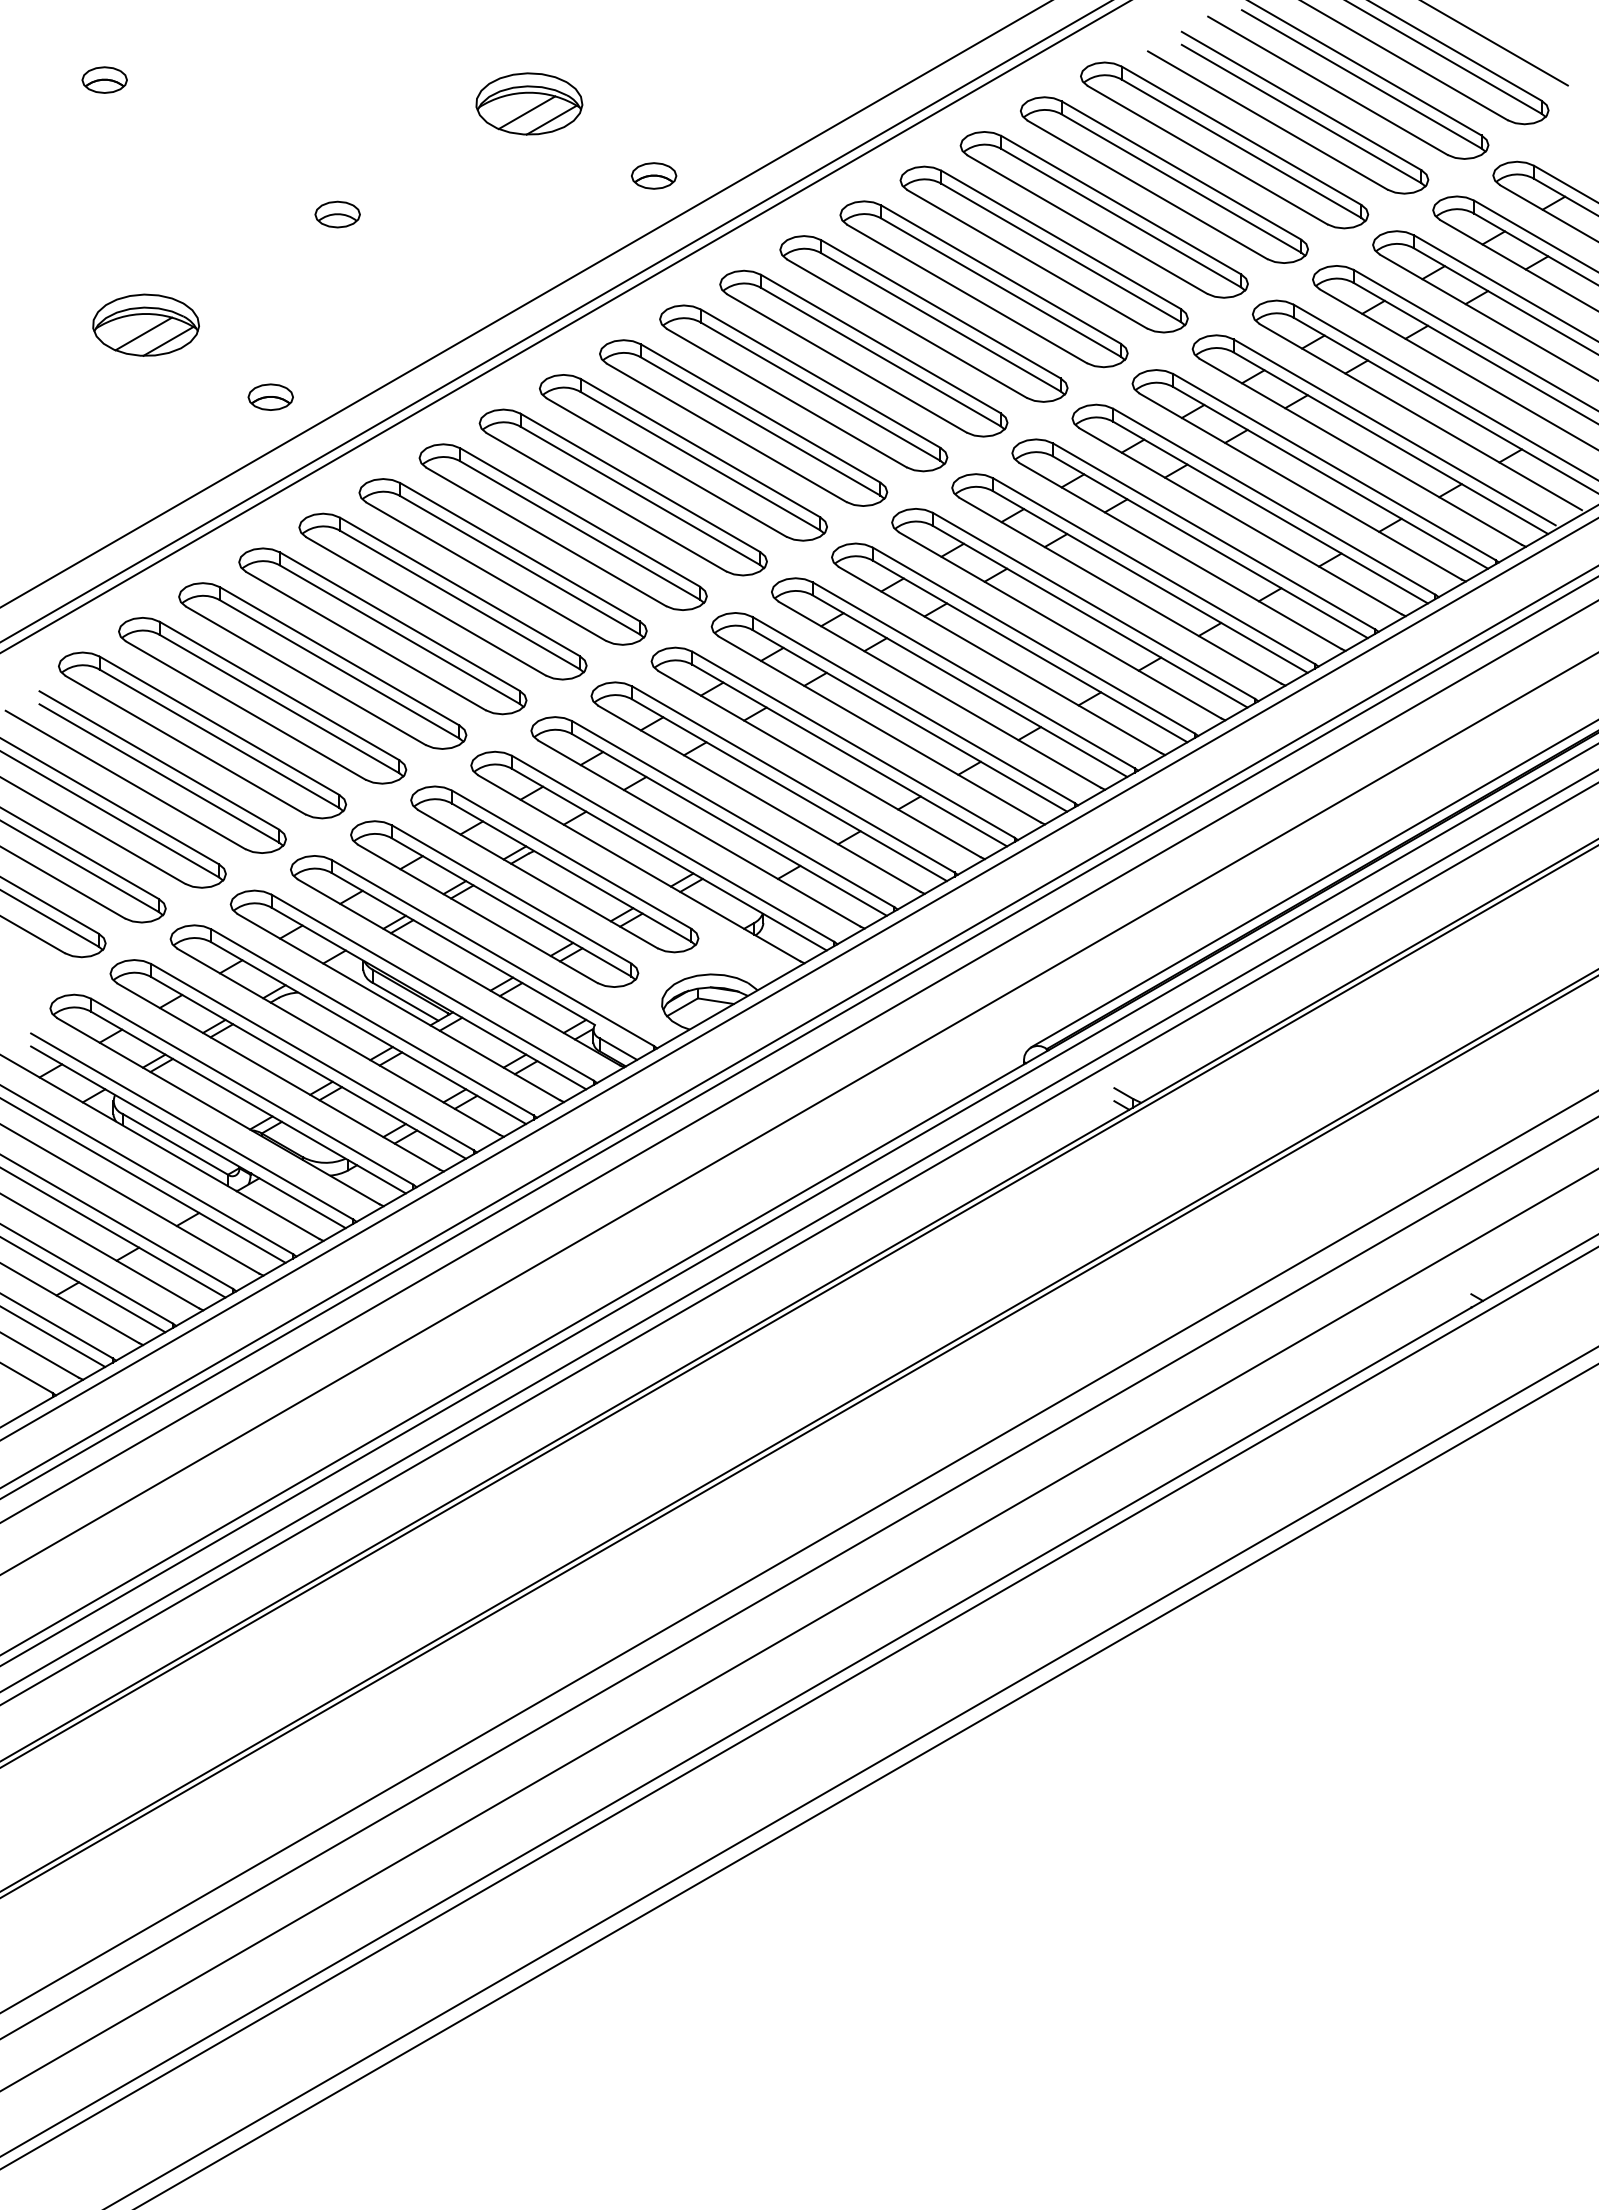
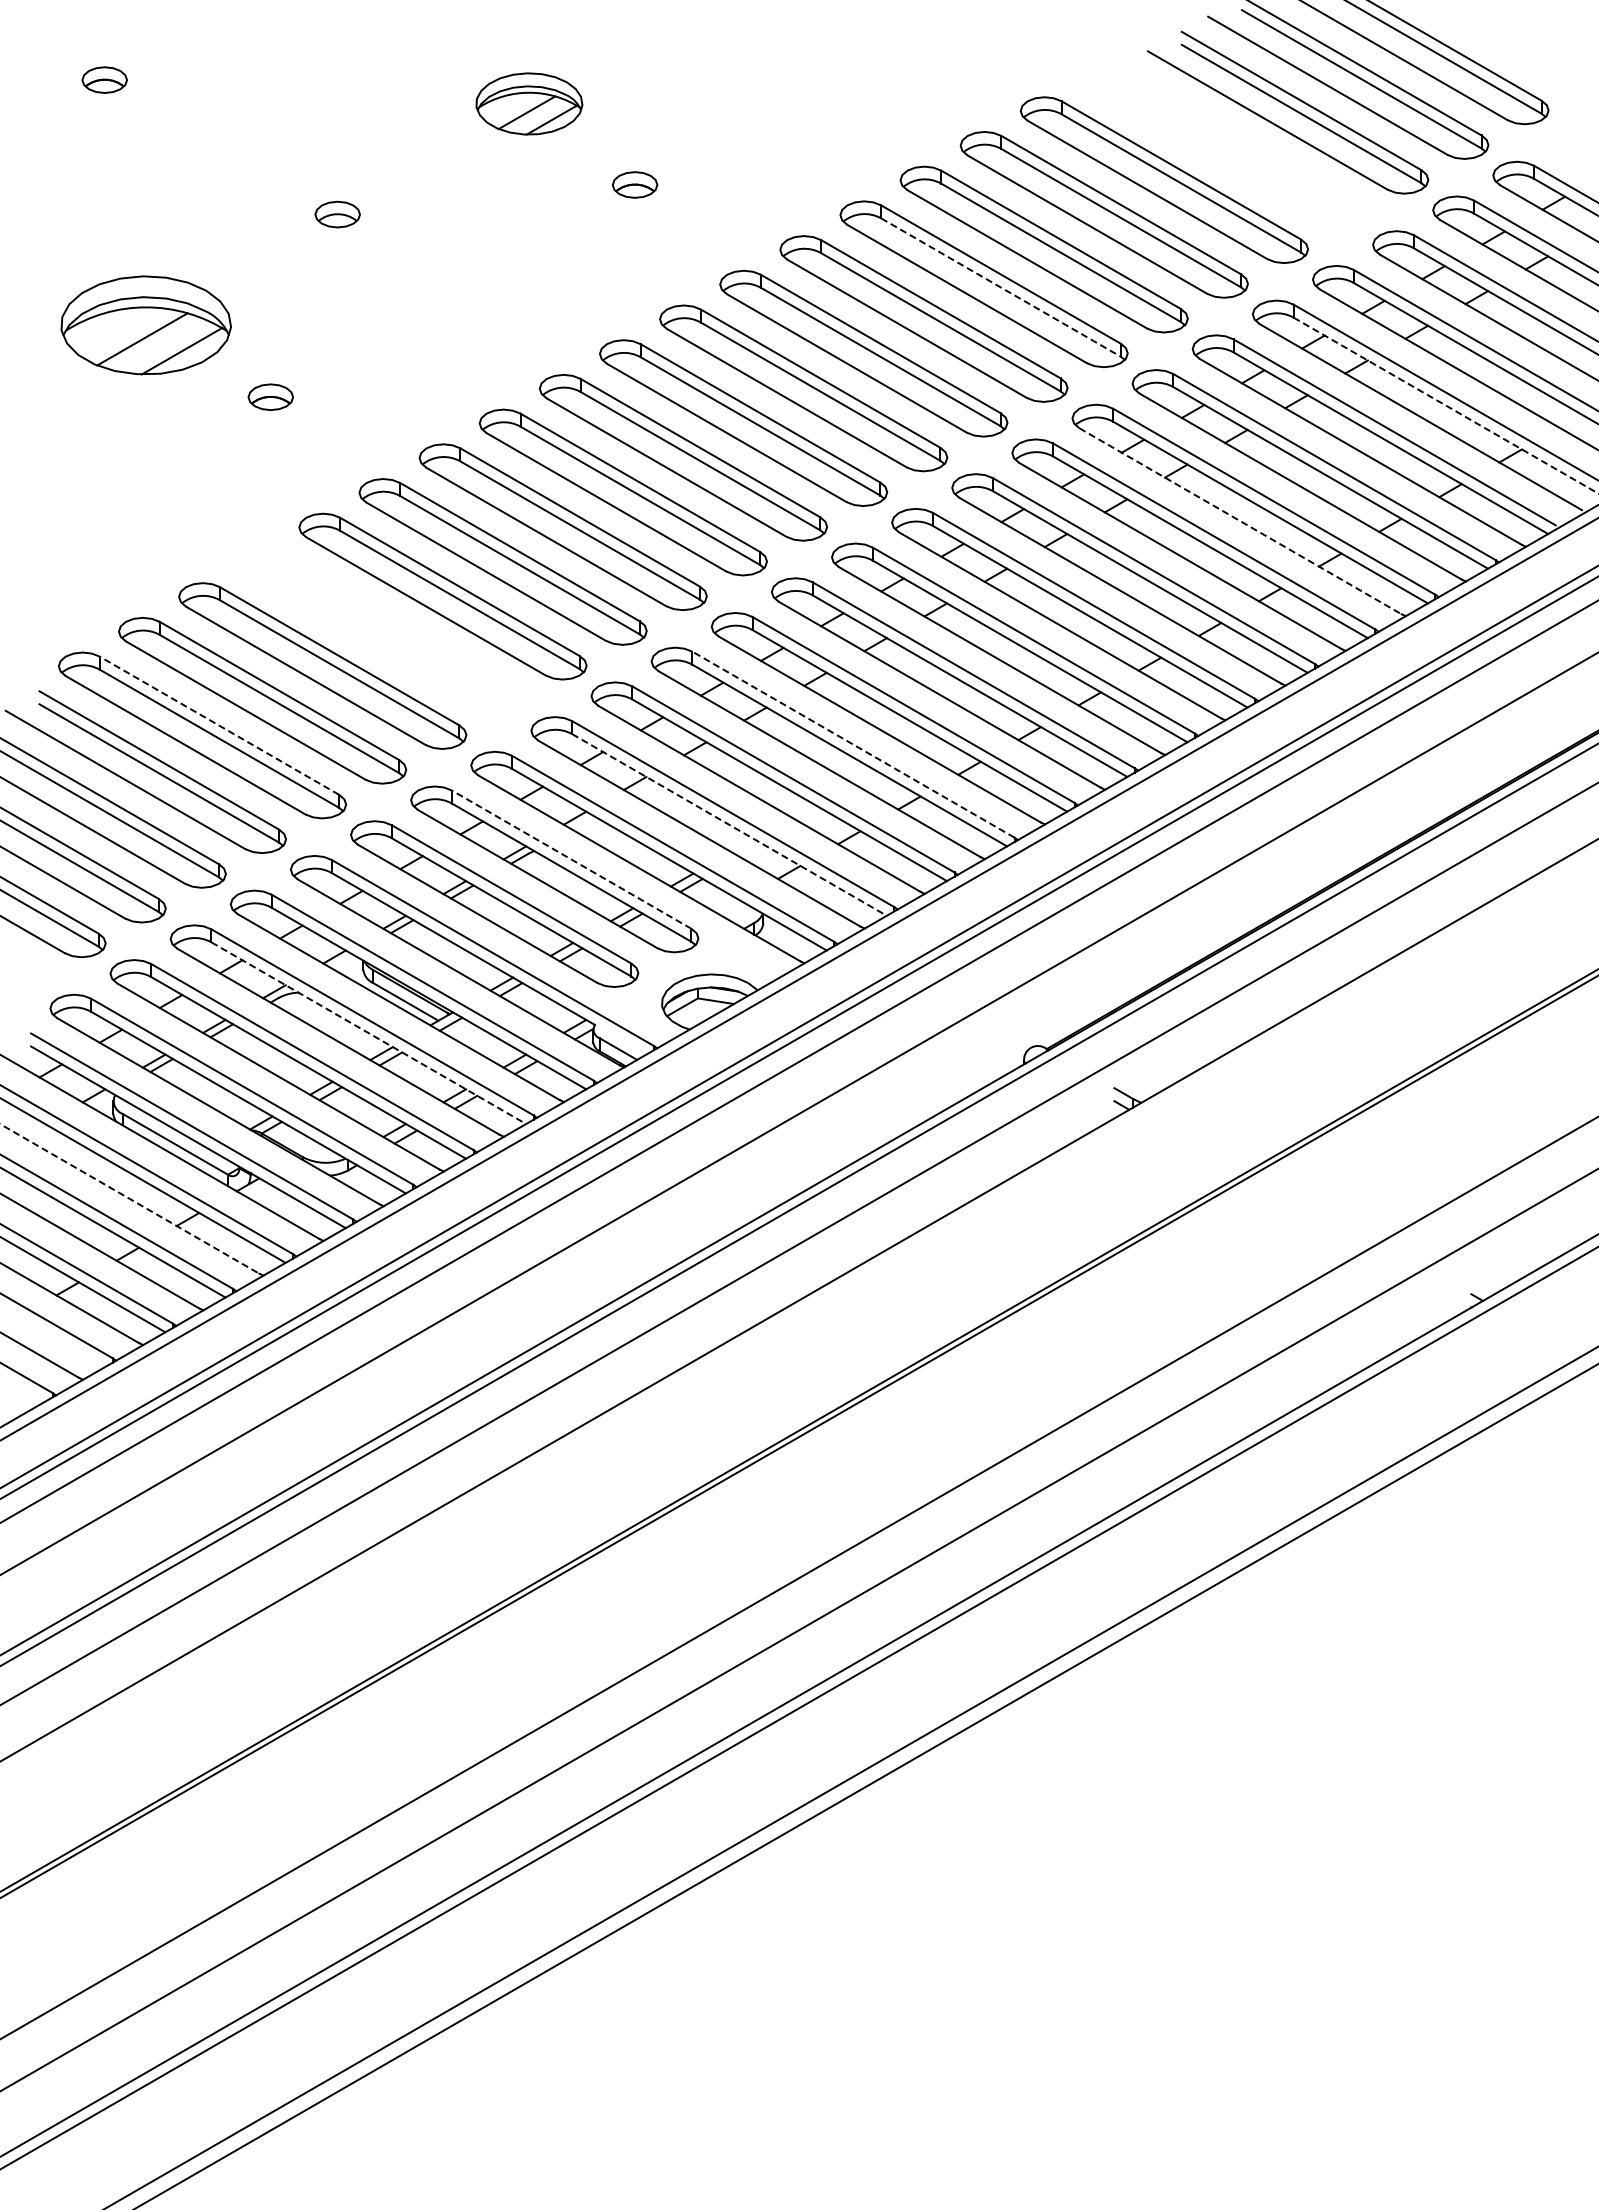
line at (1495, 43): present -> none
part at (1224, 145): present -> none
part at (654, 175) position: (654, 175) -> (635, 184)
line at (1001, 287): solid -> dashed
line at (525, 304): present -> none
line at (555, 321): present -> none
part at (145, 324) size: 108x64 px -> 172x101 px
line at (564, 326): present -> none
line at (1446, 405): solid -> dashed
line at (1240, 521): solid -> dashed
part at (382, 631): present -> none
line at (218, 725): solid -> dashed
line at (853, 744): solid -> dashed
line at (729, 824): solid -> dashed
line at (571, 859): solid -> dashed
line at (1312, 884): present -> none
line at (368, 1033): solid -> dashed
line at (129, 1198): solid -> dashed
line at (798, 1230): present -> none
line at (798, 1306): present -> none
line at (53, 1336): present -> none
line at (798, 1551): present -> none
